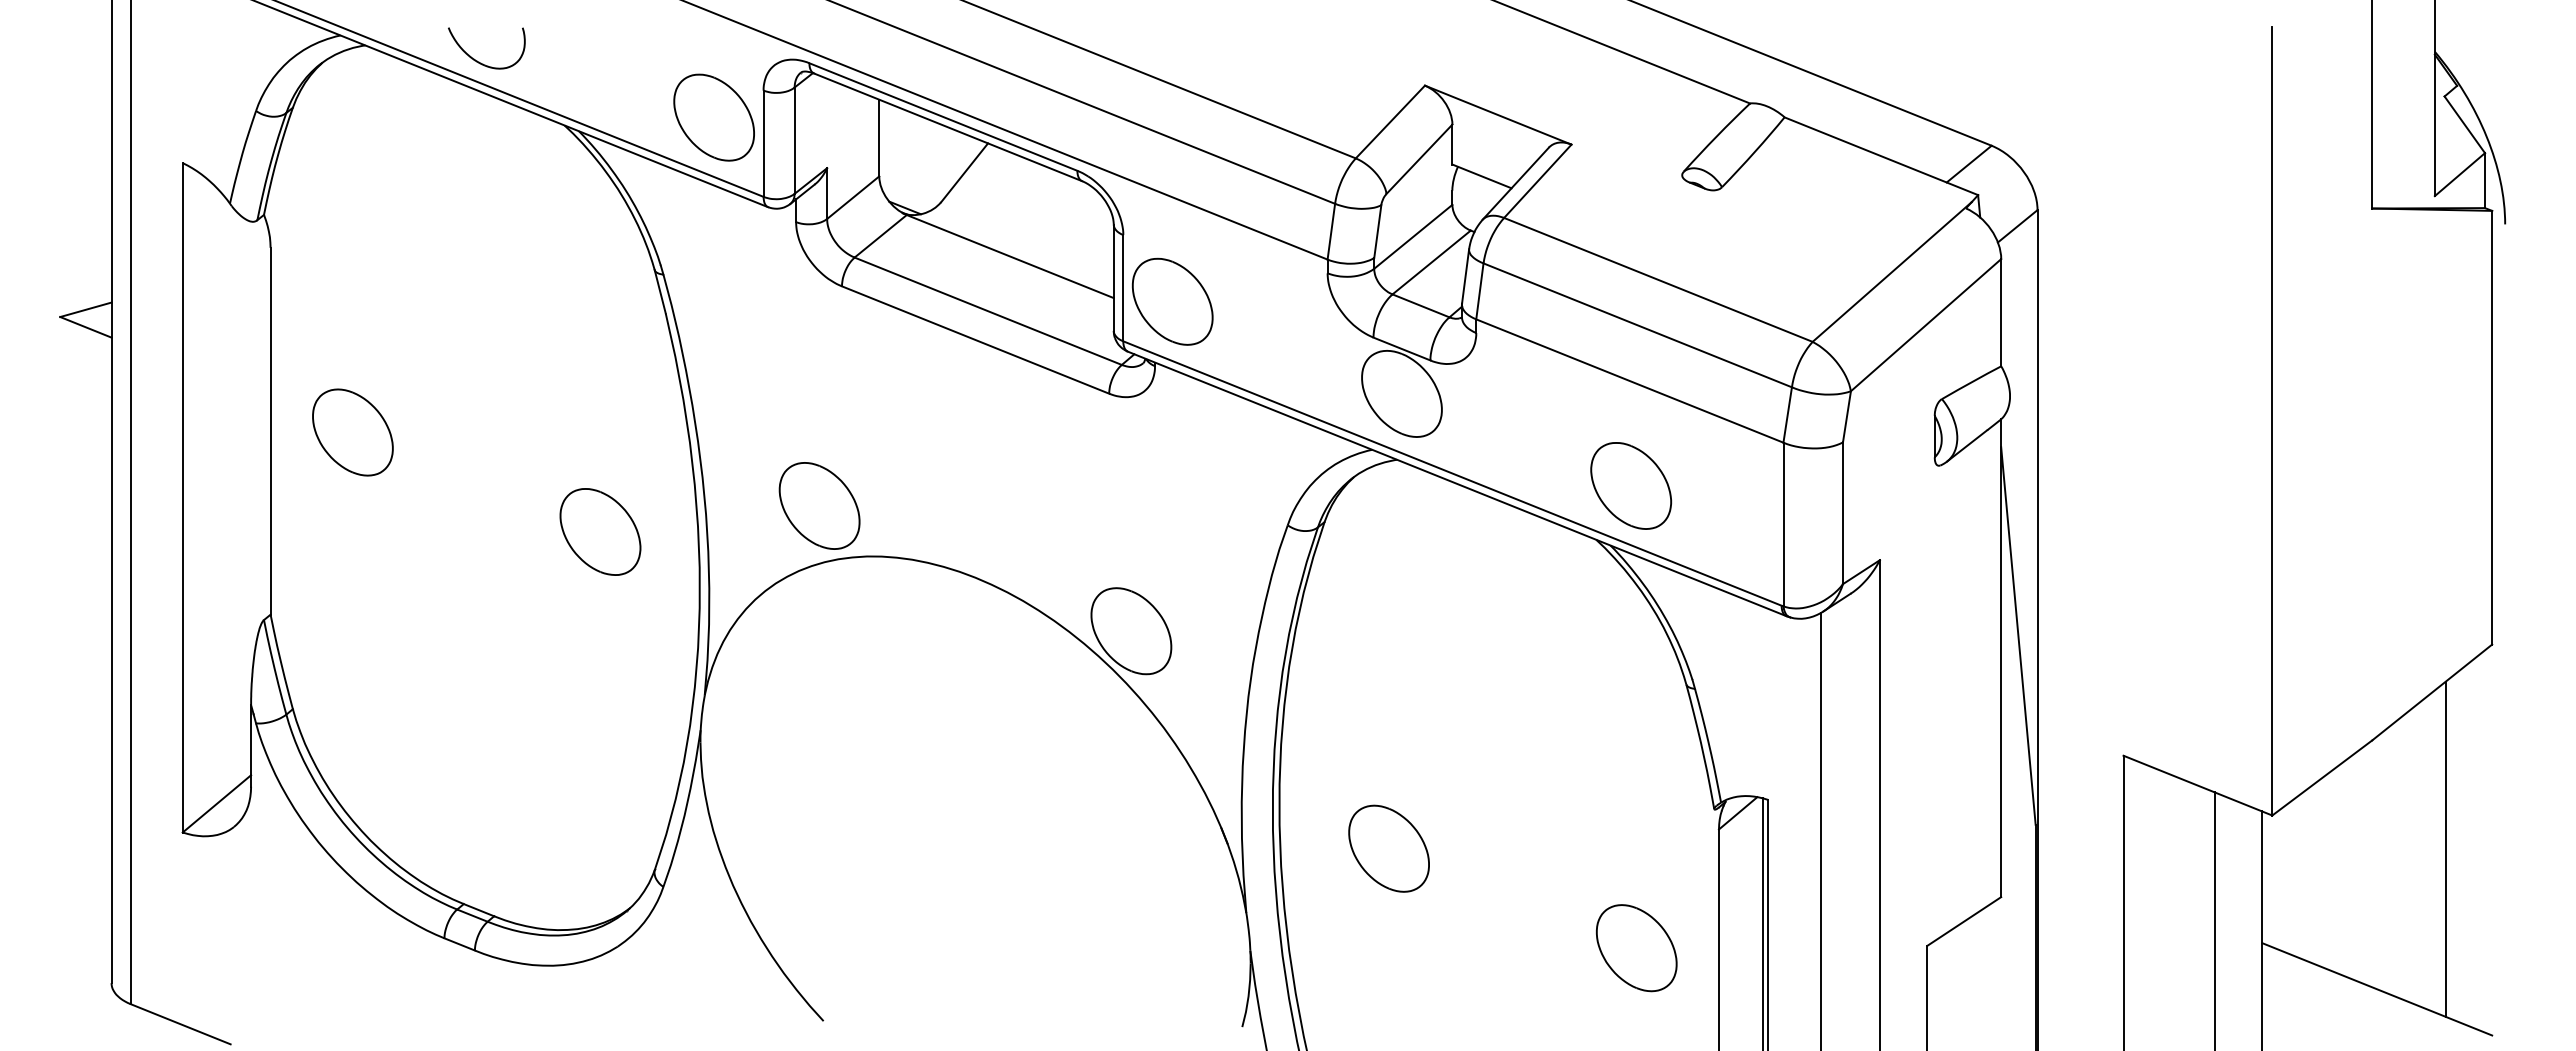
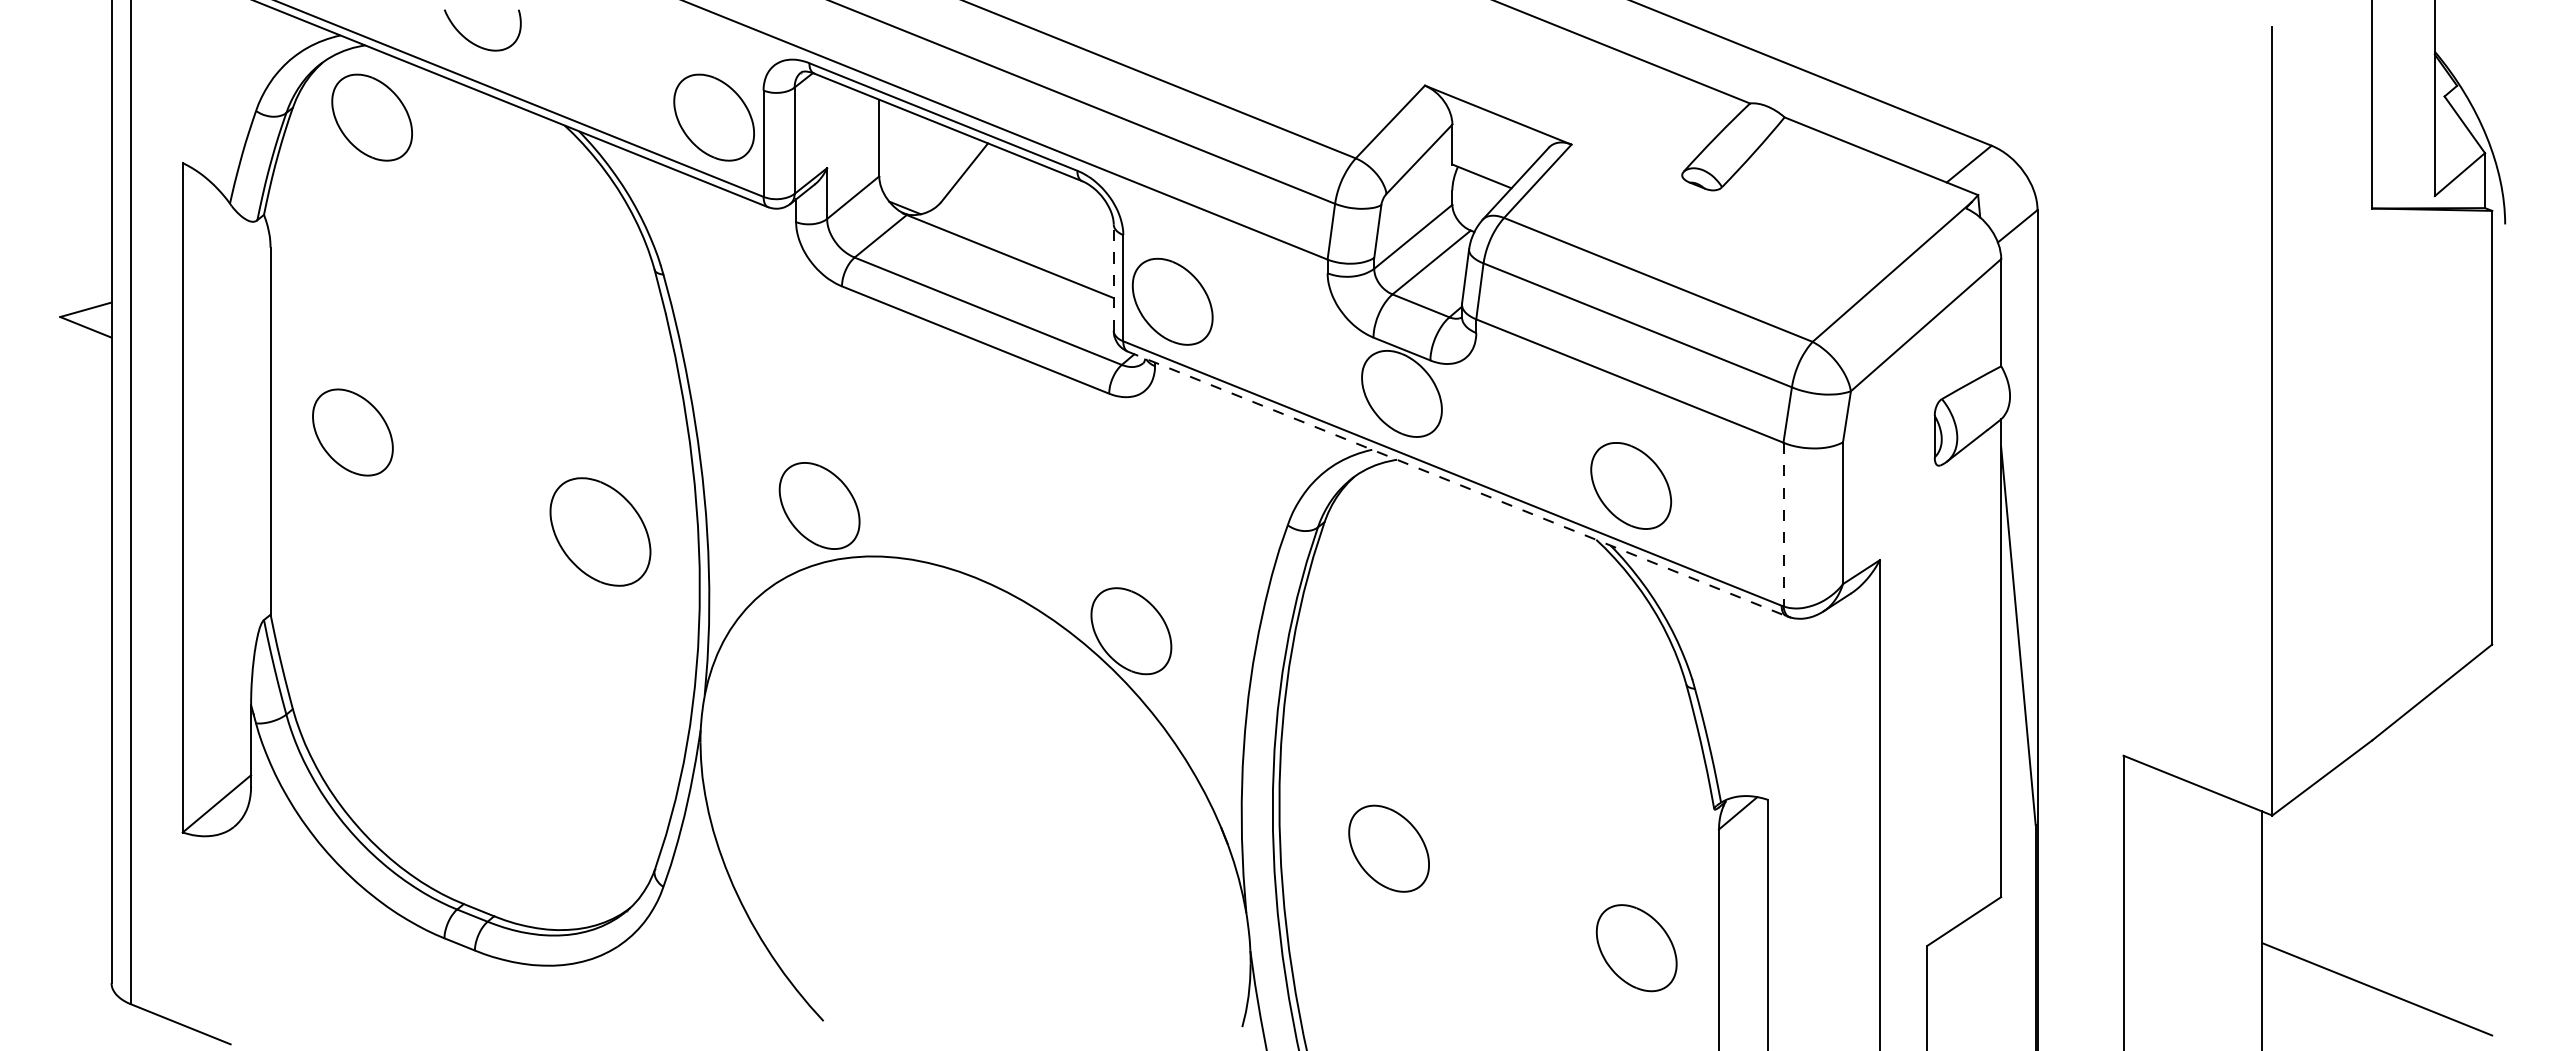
part at (479, 61) position: (479, 61) -> (475, 43)
part at (371, 117): none -> present
line at (1113, 277): solid -> dashed
line at (1457, 483): solid -> dashed
line at (1783, 524): solid -> dashed
part at (600, 531) size: 83x88 px -> 103x110 px
line at (1820, 830): present -> none
line at (2445, 848): present -> none
line at (2214, 919): present -> none
line at (1763, 922): present -> none
